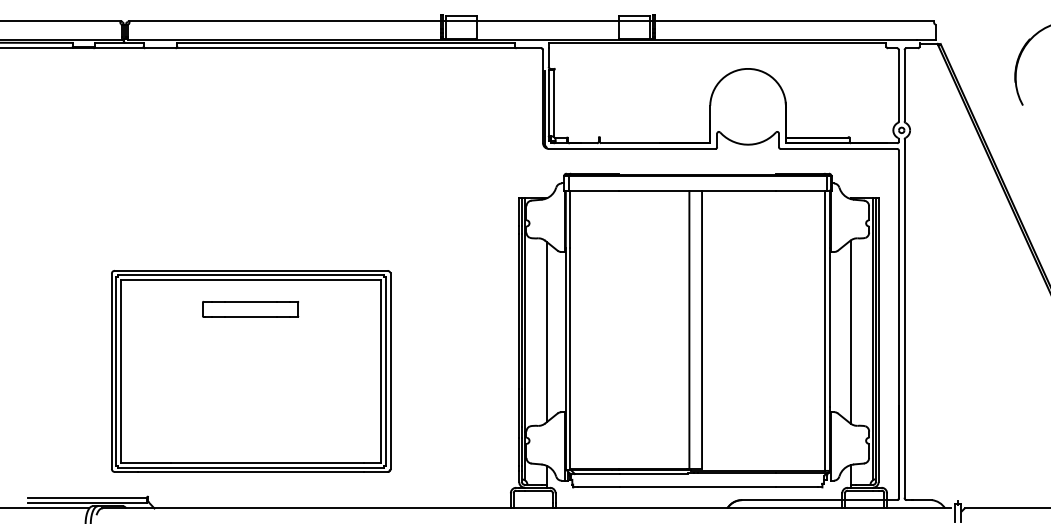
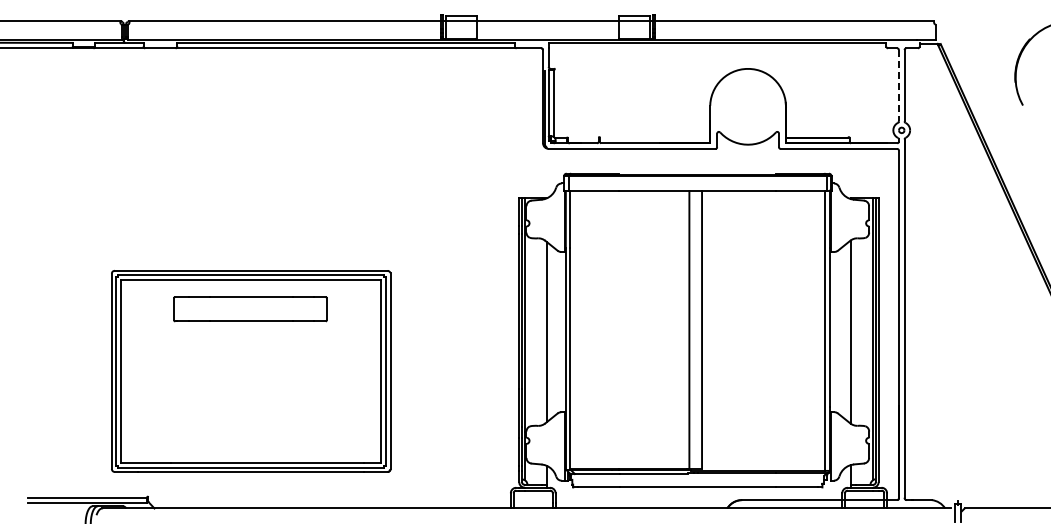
line at (898, 85): solid -> dashed
part at (250, 309) size: 98x17 px -> 155x27 px
line at (45, 508): present -> none
